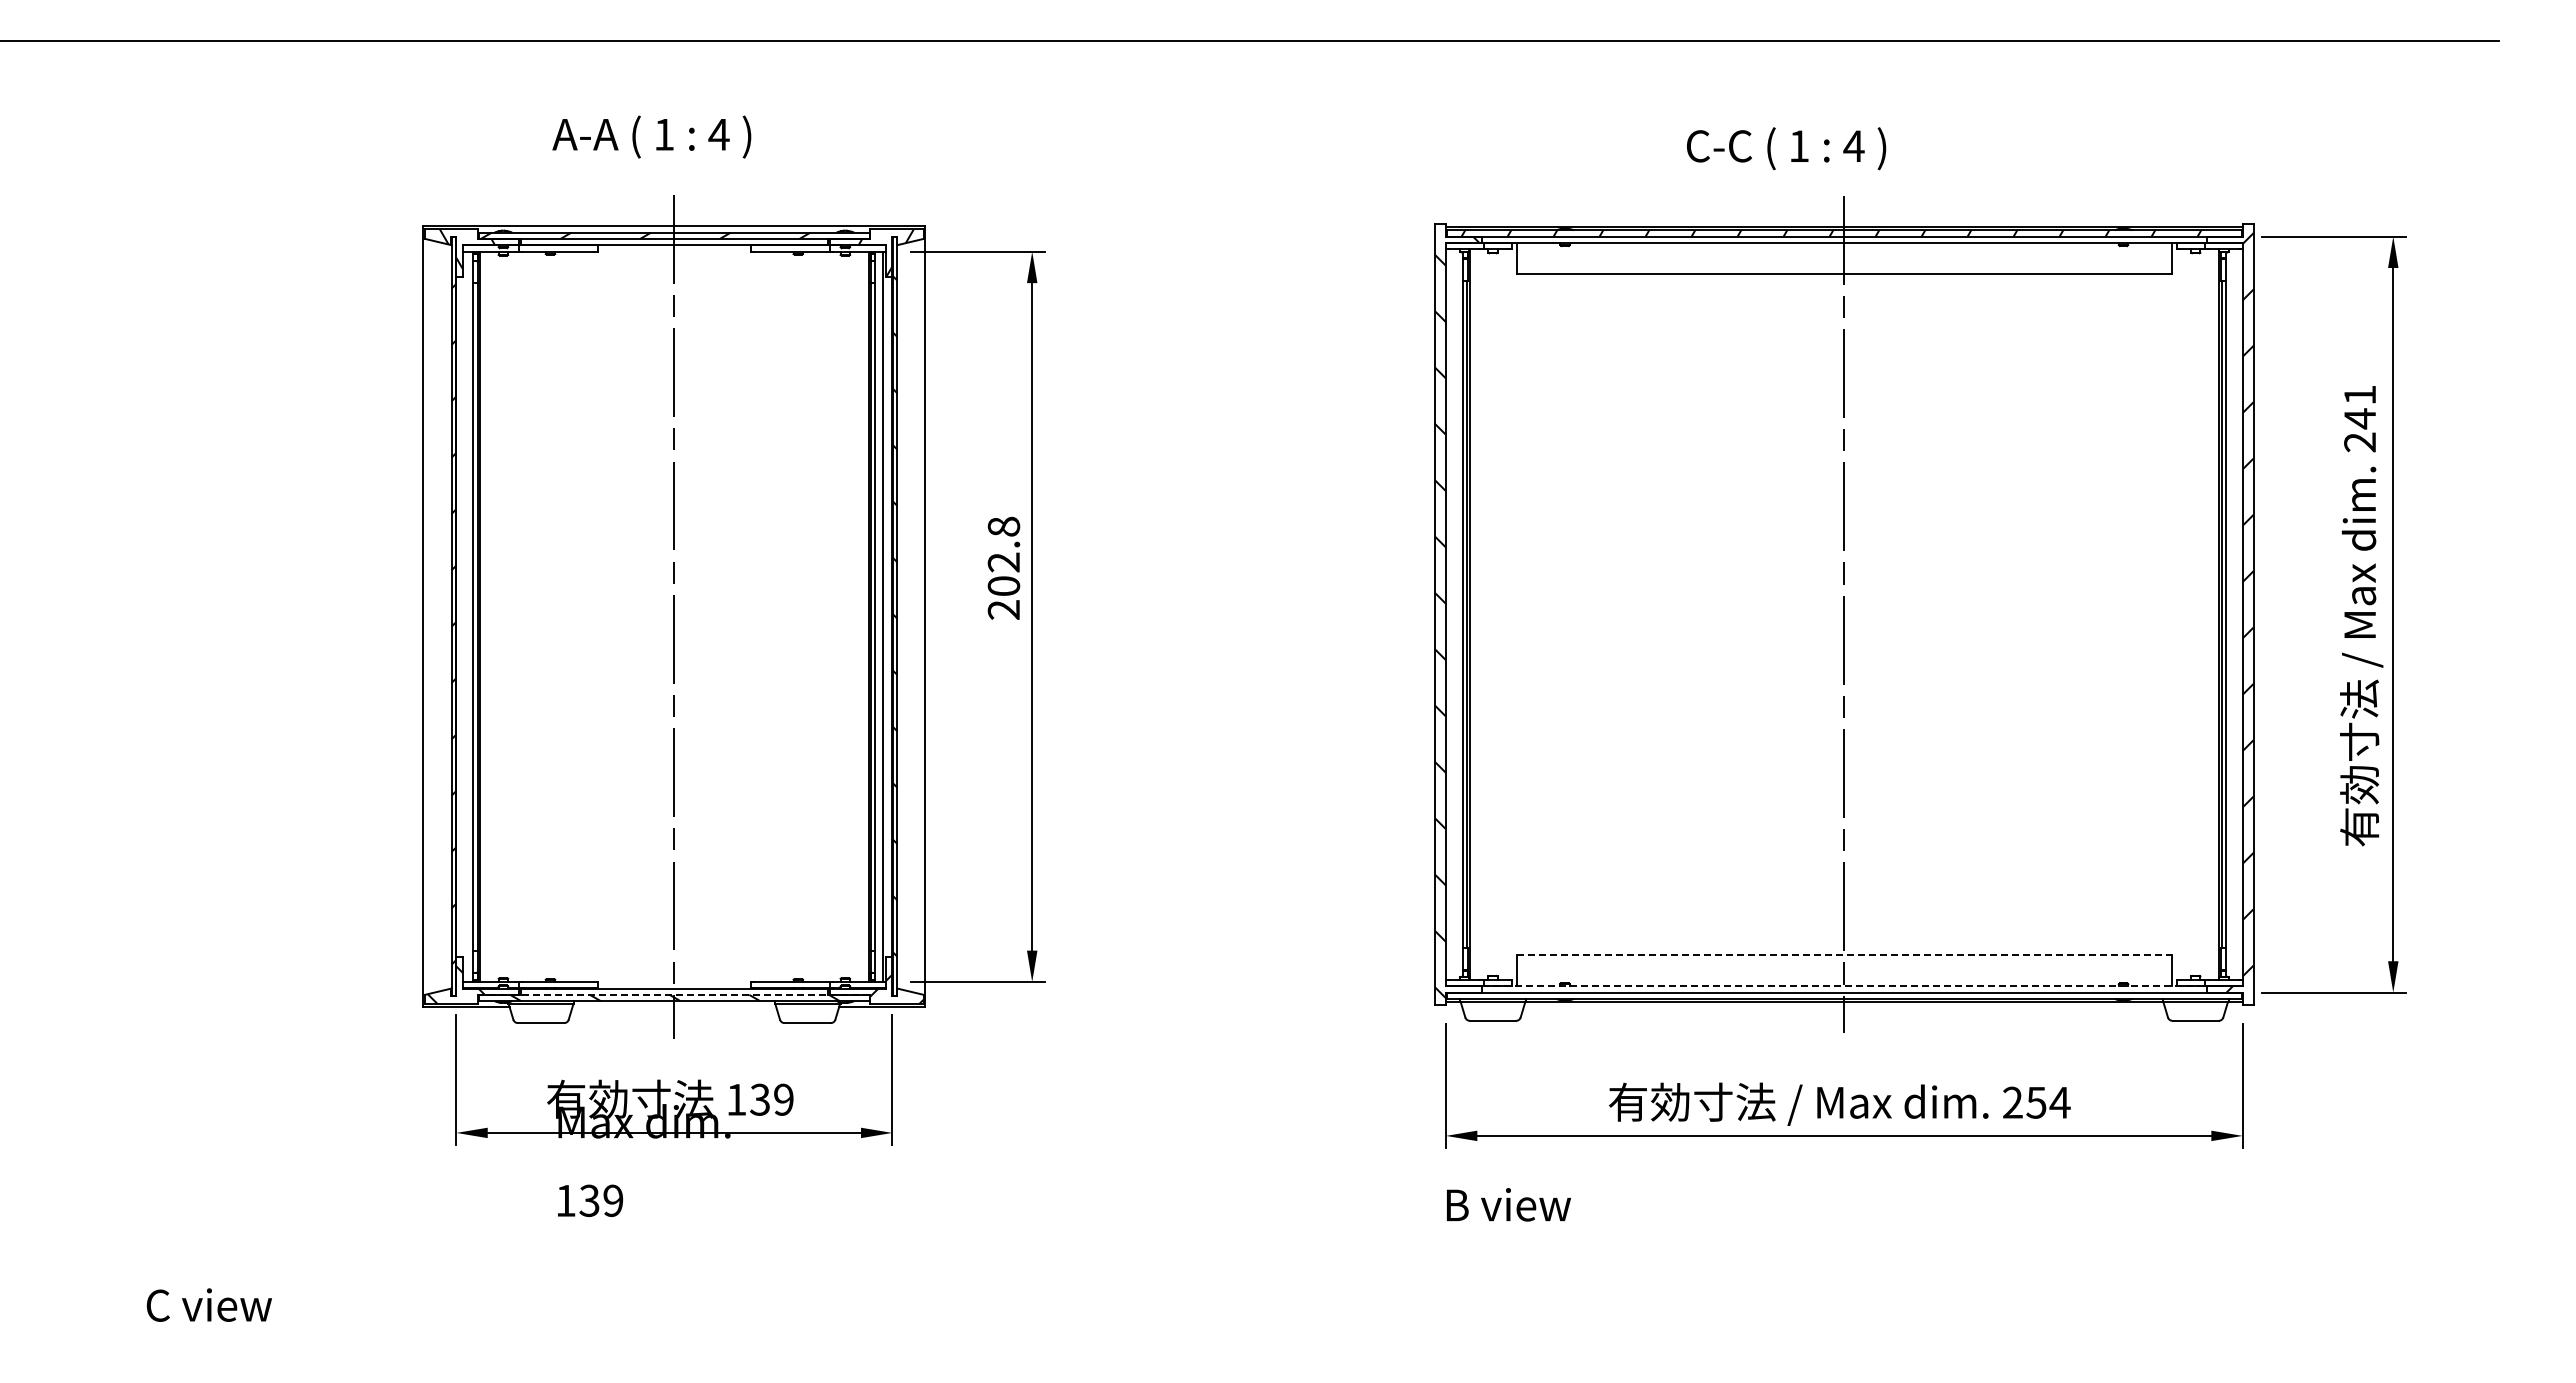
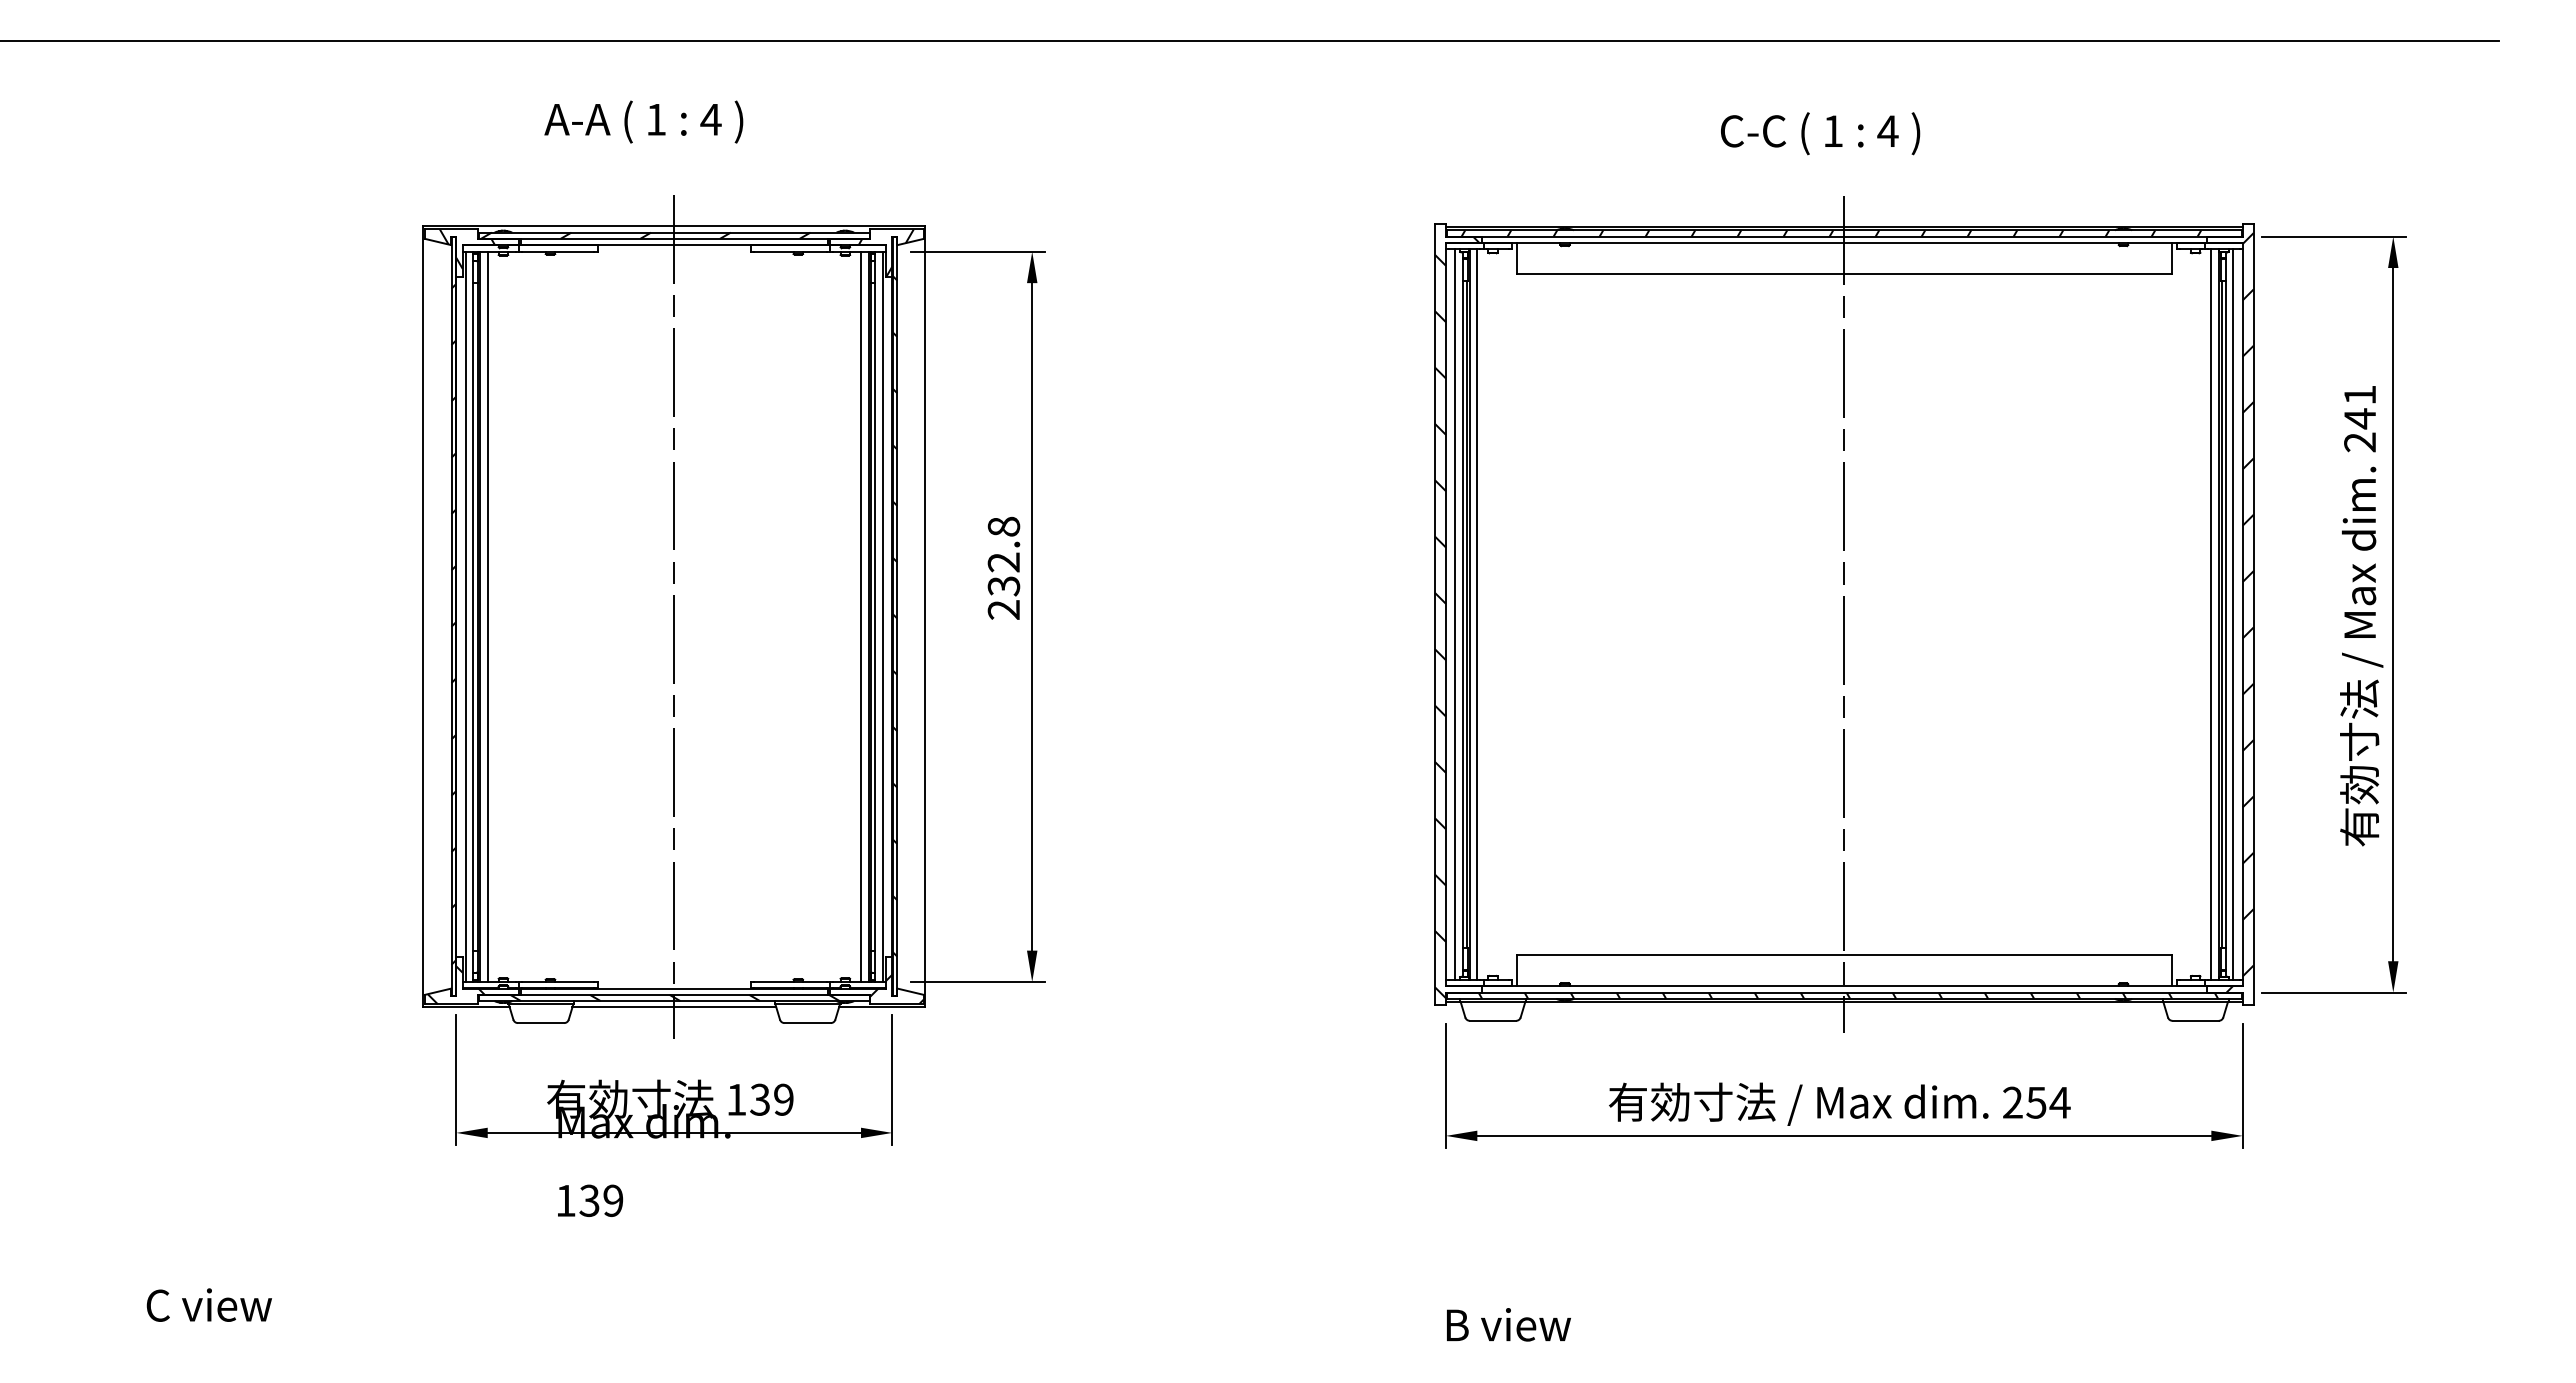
text at (651, 136) position: (651, 136) -> (643, 121)
text at (1786, 148) position: (1786, 148) -> (1820, 133)
text at (1003, 586): 202.8 -> 232.8
line at (1455, 614): none -> present
line at (1477, 614): none -> present
line at (2211, 614): none -> present
line at (2233, 614): none -> present
line at (465, 616): none -> present
line at (487, 616): none -> present
line at (861, 616): none -> present
line at (1844, 954): dashed -> solid
line at (1844, 986): dashed -> solid
line at (673, 994): dashed -> solid
hatch at (1848, 995): none -> present
line at (674, 1007): none -> present
text at (1508, 1204) position: (1508, 1204) -> (1508, 1324)
